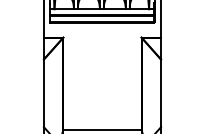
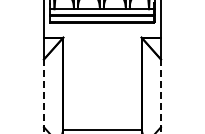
line at (43, 96): solid -> dashed
line at (161, 96): solid -> dashed
